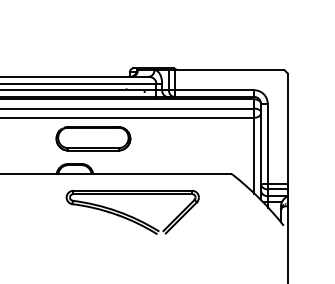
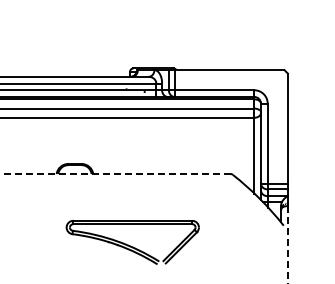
part at (93, 138): present -> none
line at (114, 174): solid -> dashed
part at (132, 212) position: (132, 212) -> (132, 242)
line at (287, 244): solid -> dashed
